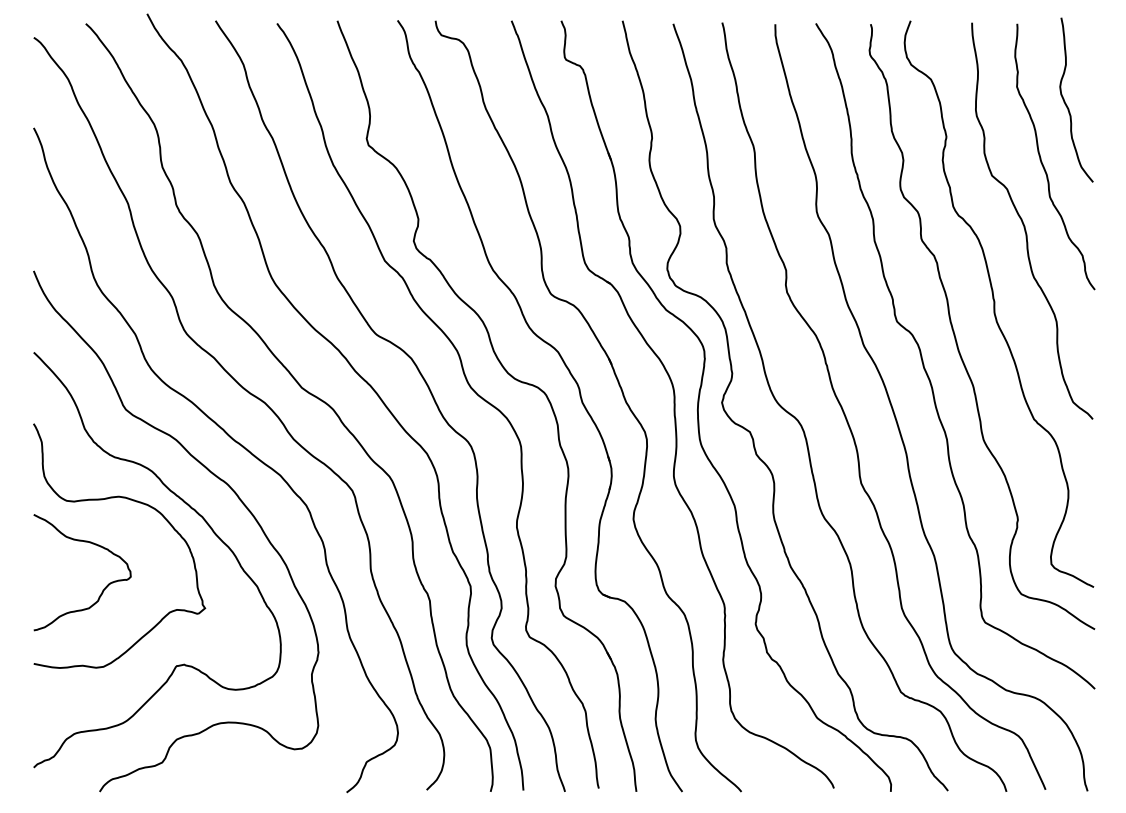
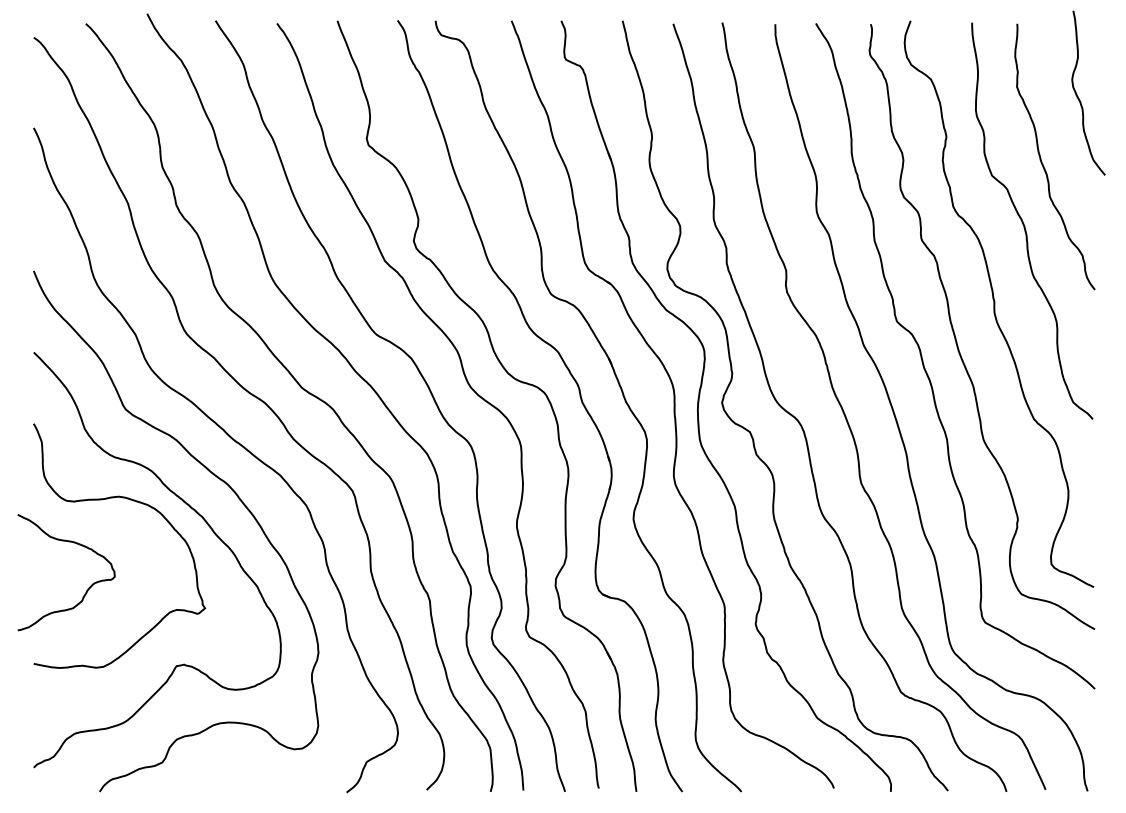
curve at (1066, 103) position: (1066, 103) -> (1078, 96)
curve at (104, 587) position: (104, 587) -> (88, 587)
